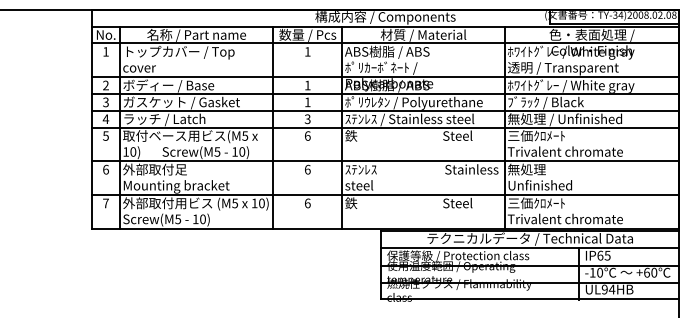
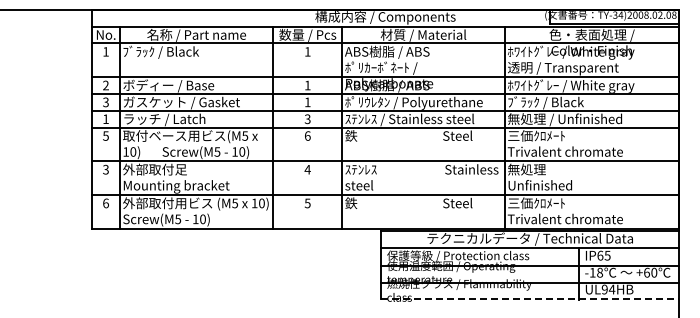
text at (178, 58): トップカバー / Top cover -> ﾌﾞﾗｯｸ / Black
text at (105, 118): 4 -> 1
text at (105, 169): 6 -> 3
text at (307, 169): 6 -> 4
text at (105, 203): 7 -> 6
text at (307, 203): 6 -> 5
text at (600, 272): -10 -> -18
line at (530, 299): solid -> dashed
